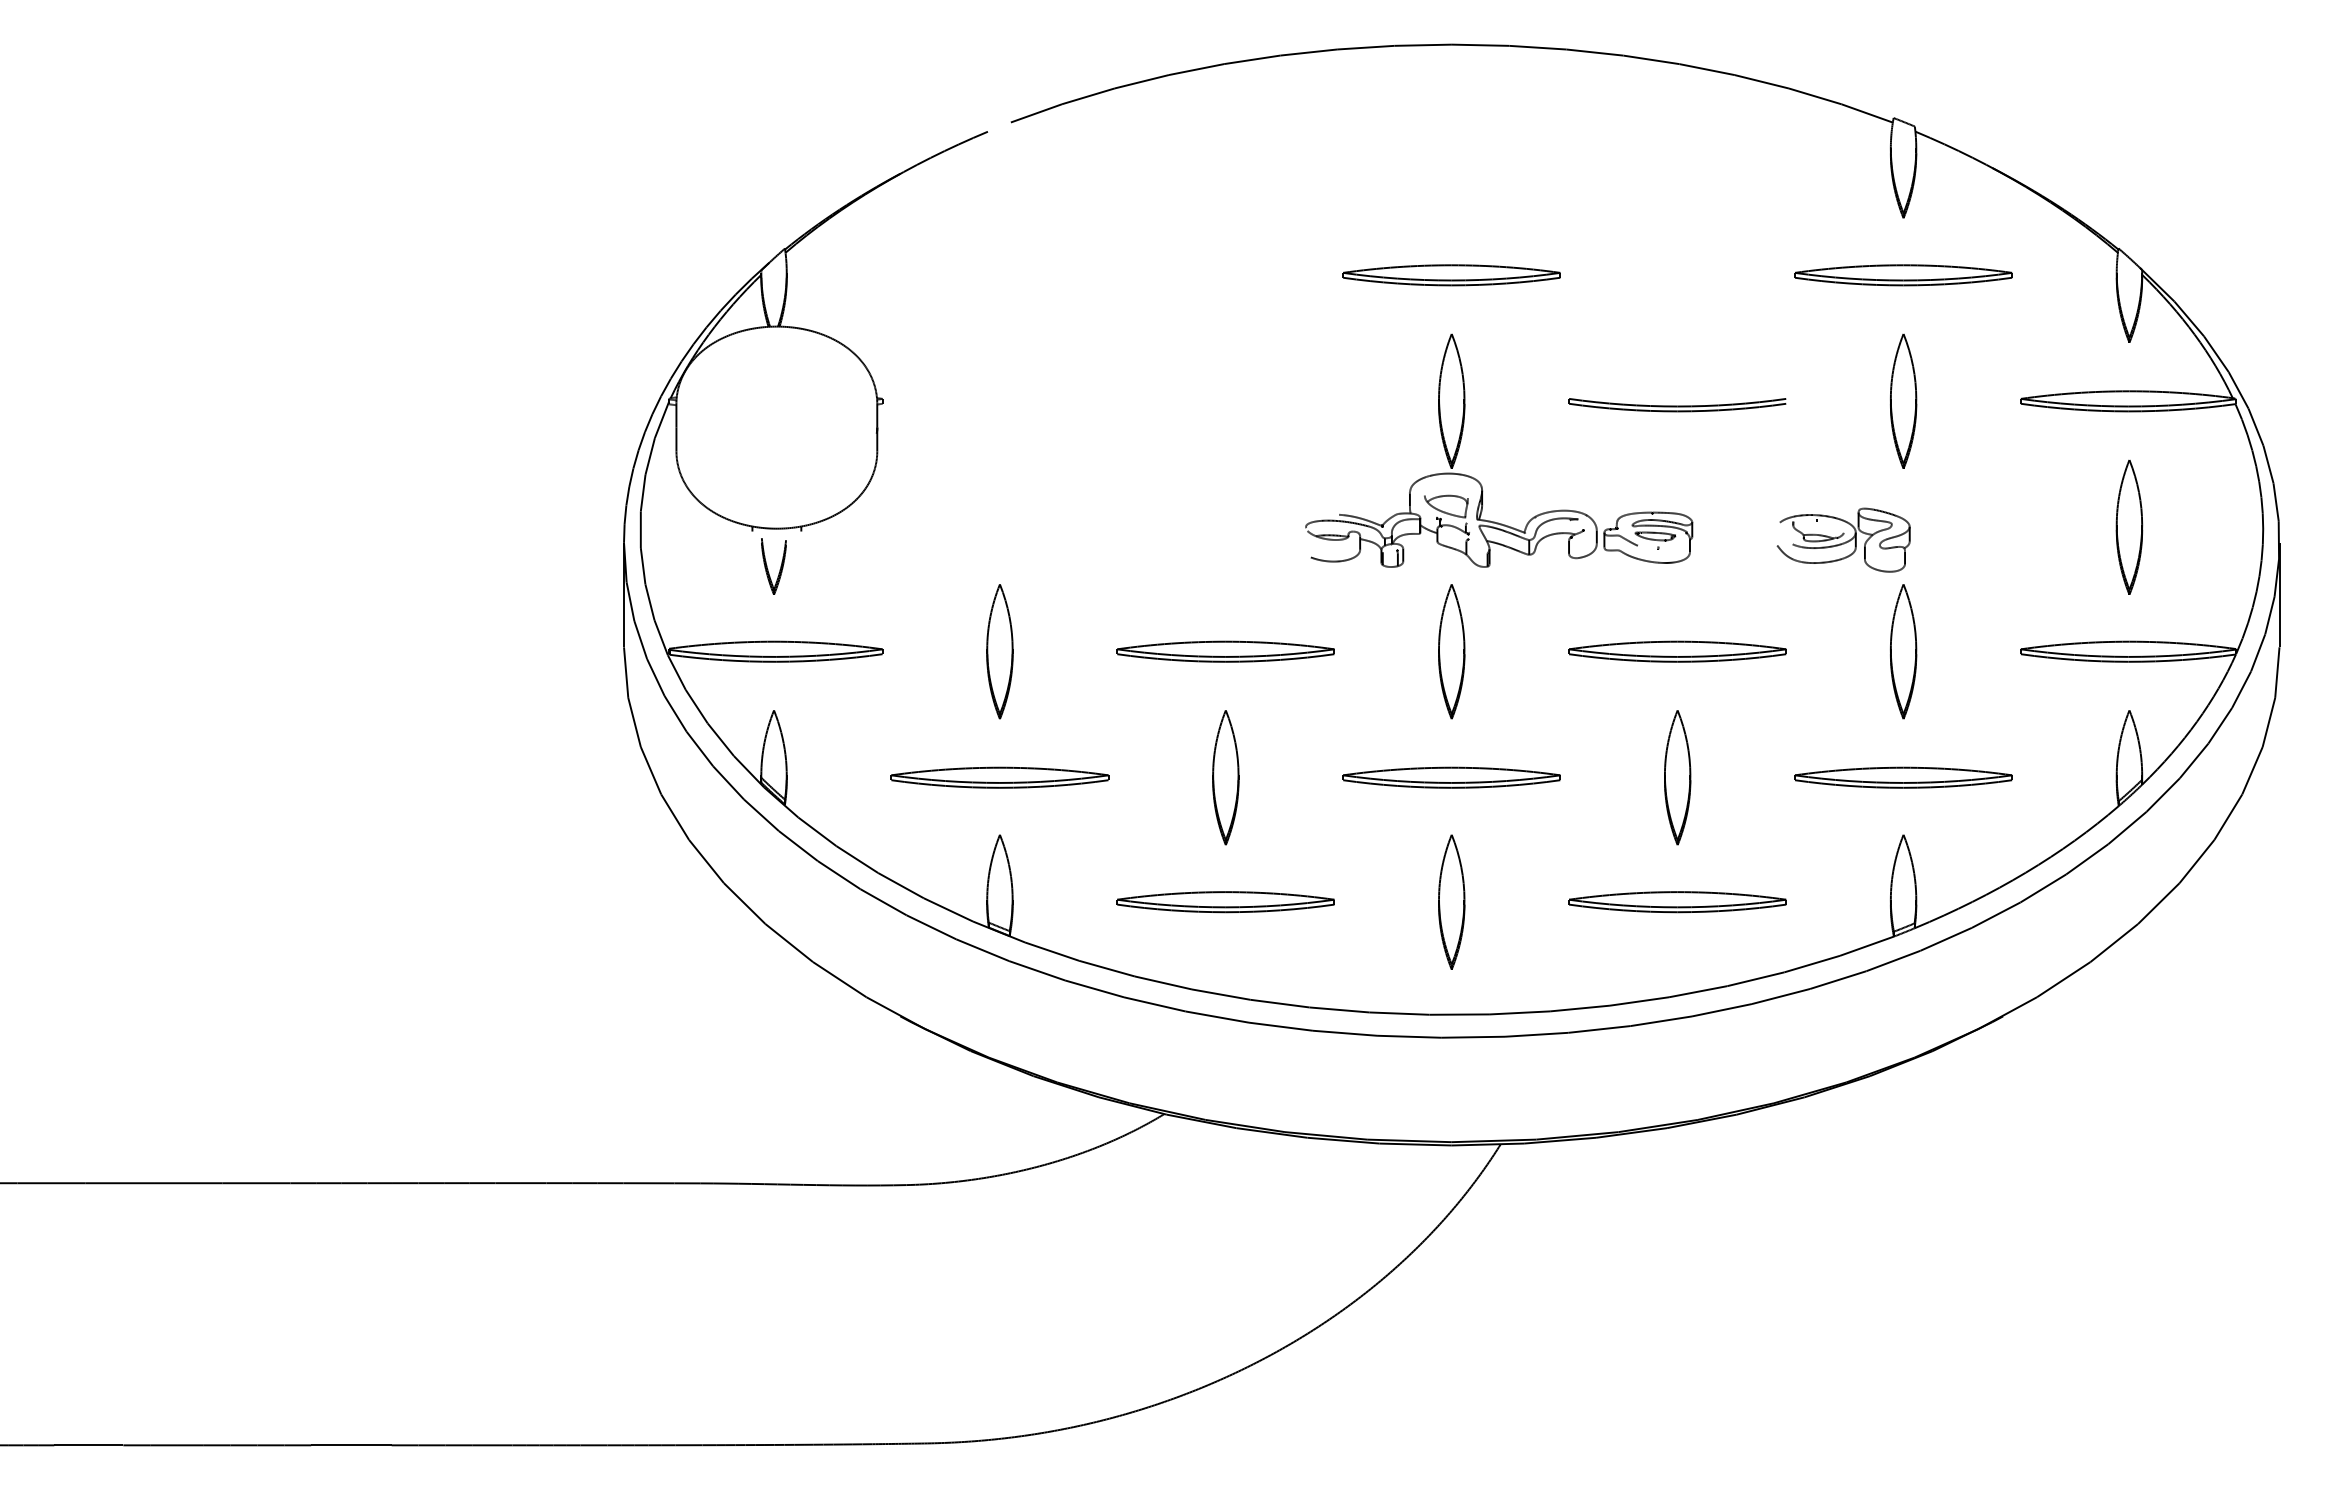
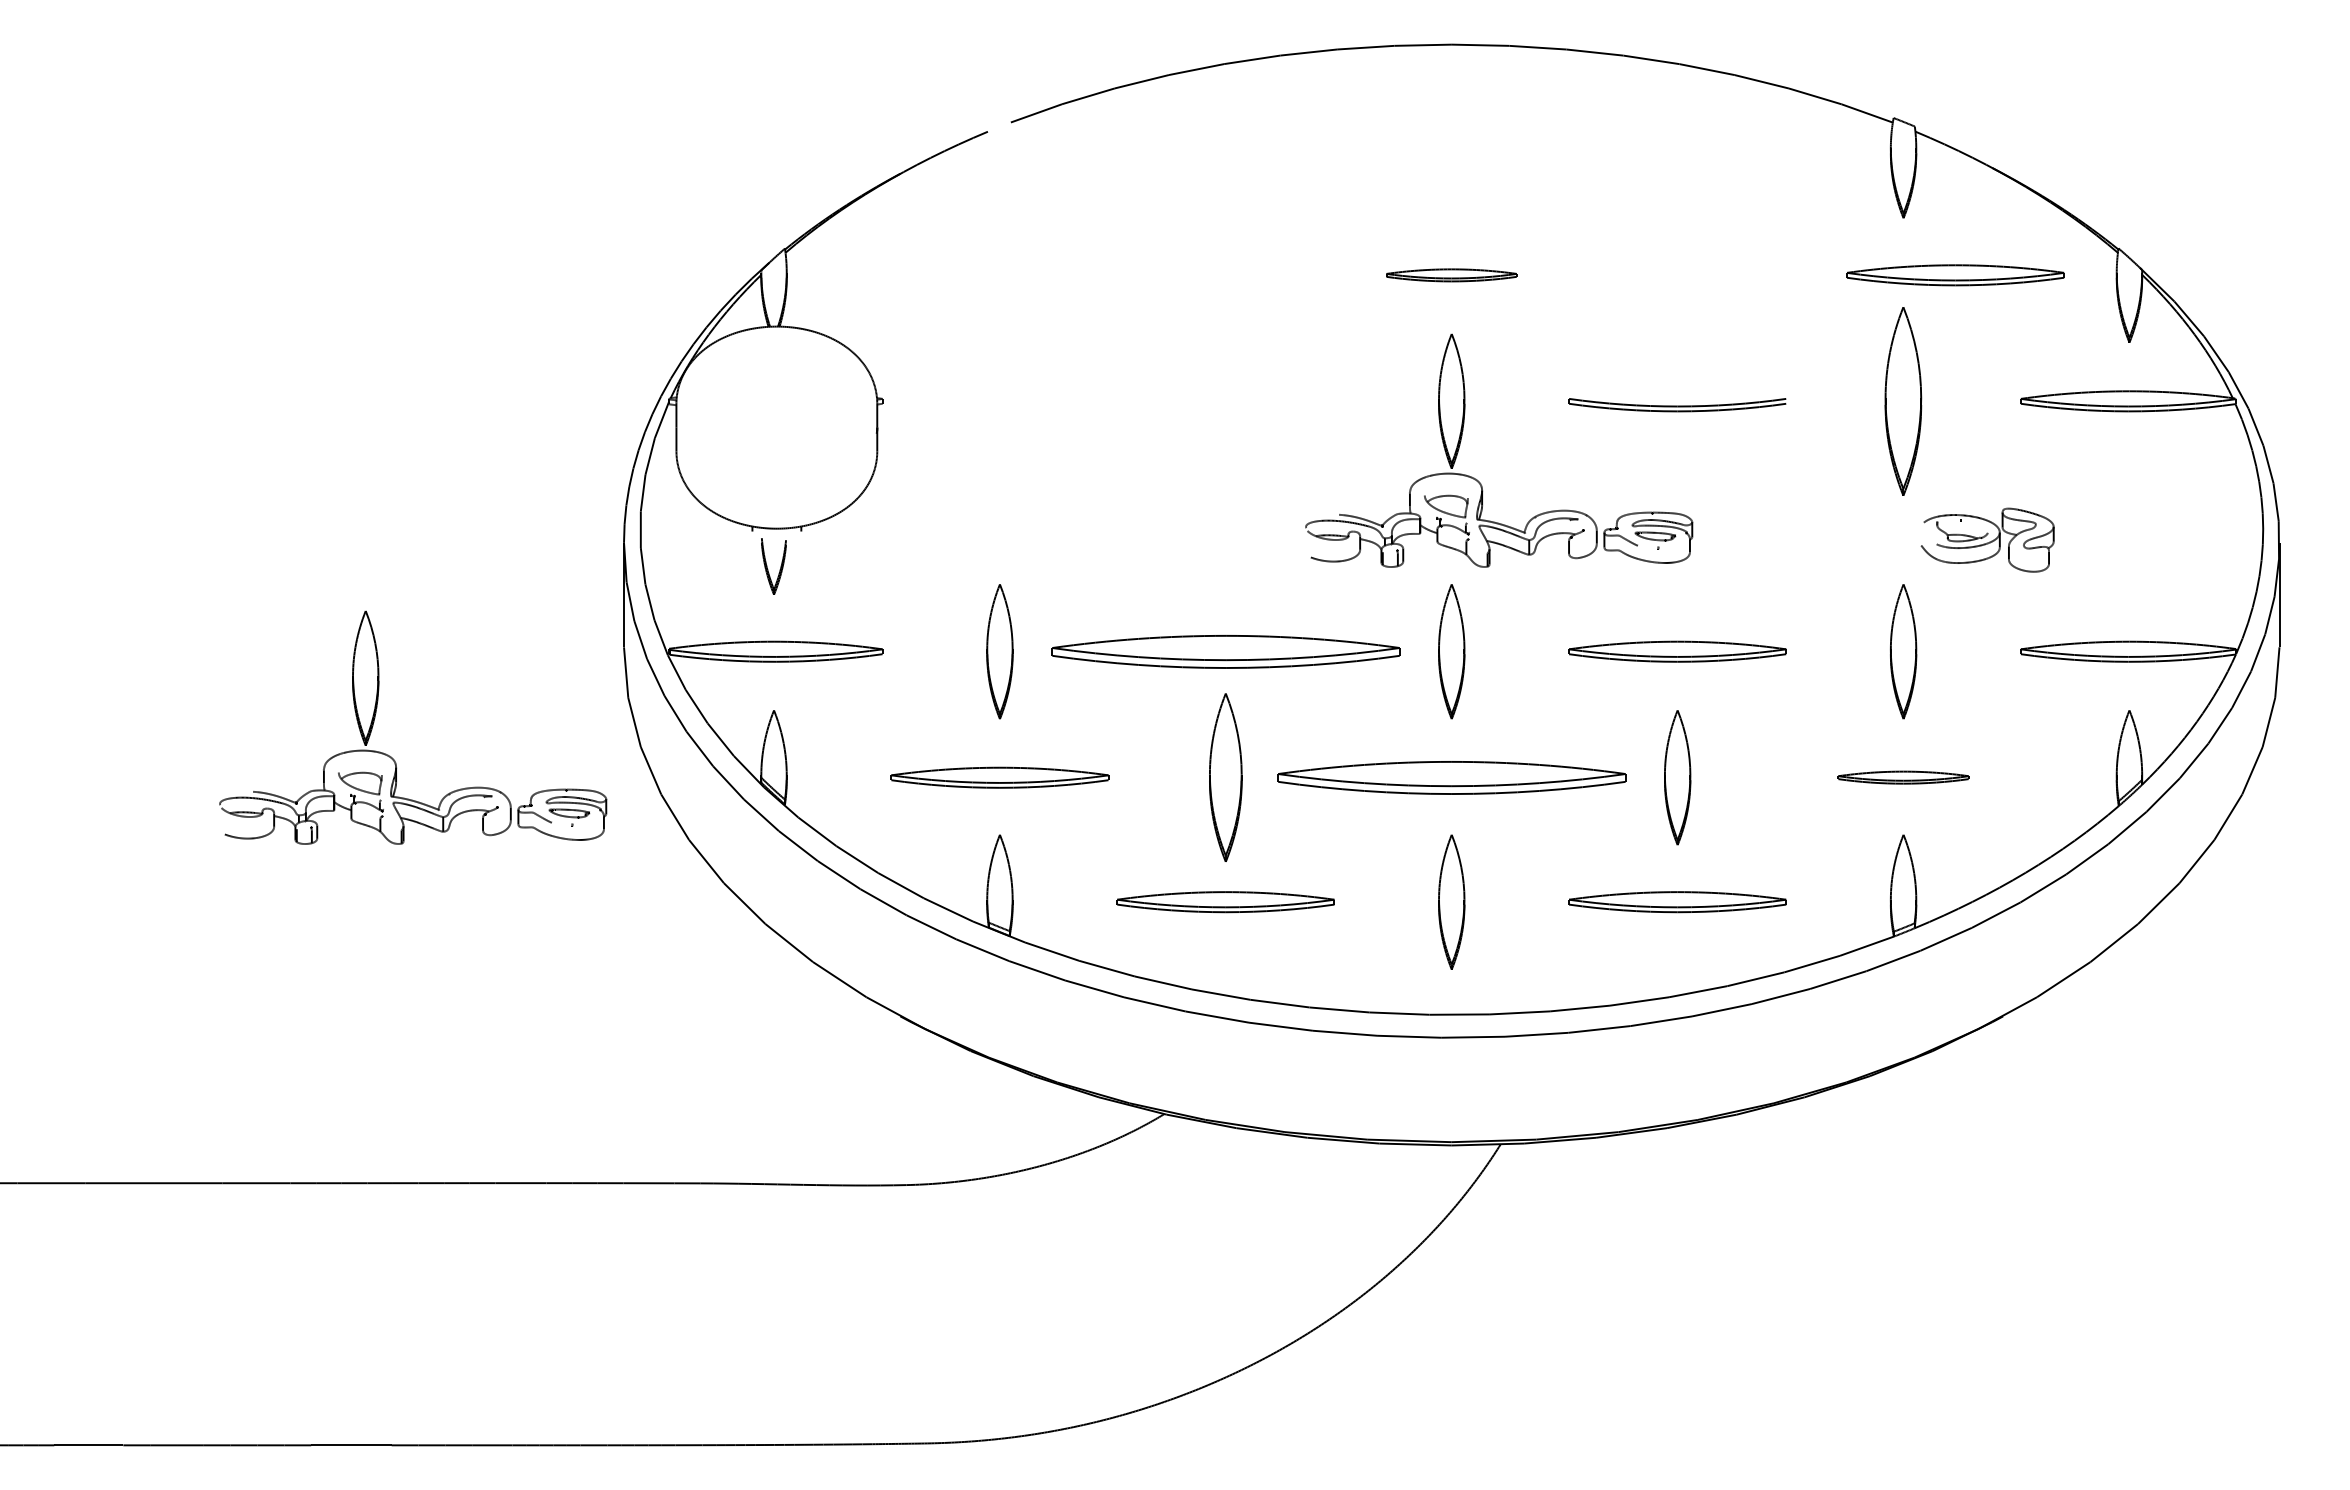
part at (1451, 275) size: 219x23 px -> 132x15 px
part at (1903, 275) position: (1903, 275) -> (1955, 275)
part at (1903, 400) size: 28x136 px -> 39x189 px
part at (2129, 526): present -> none
part at (1843, 539) position: (1843, 539) -> (1987, 539)
part at (1225, 651) size: 219x23 px -> 350x34 px
part at (391, 756): none -> present
part at (1225, 777) size: 28x136 px -> 34x169 px
part at (1451, 777) size: 219x23 px -> 350x34 px
part at (1903, 777) size: 219x23 px -> 133x15 px
